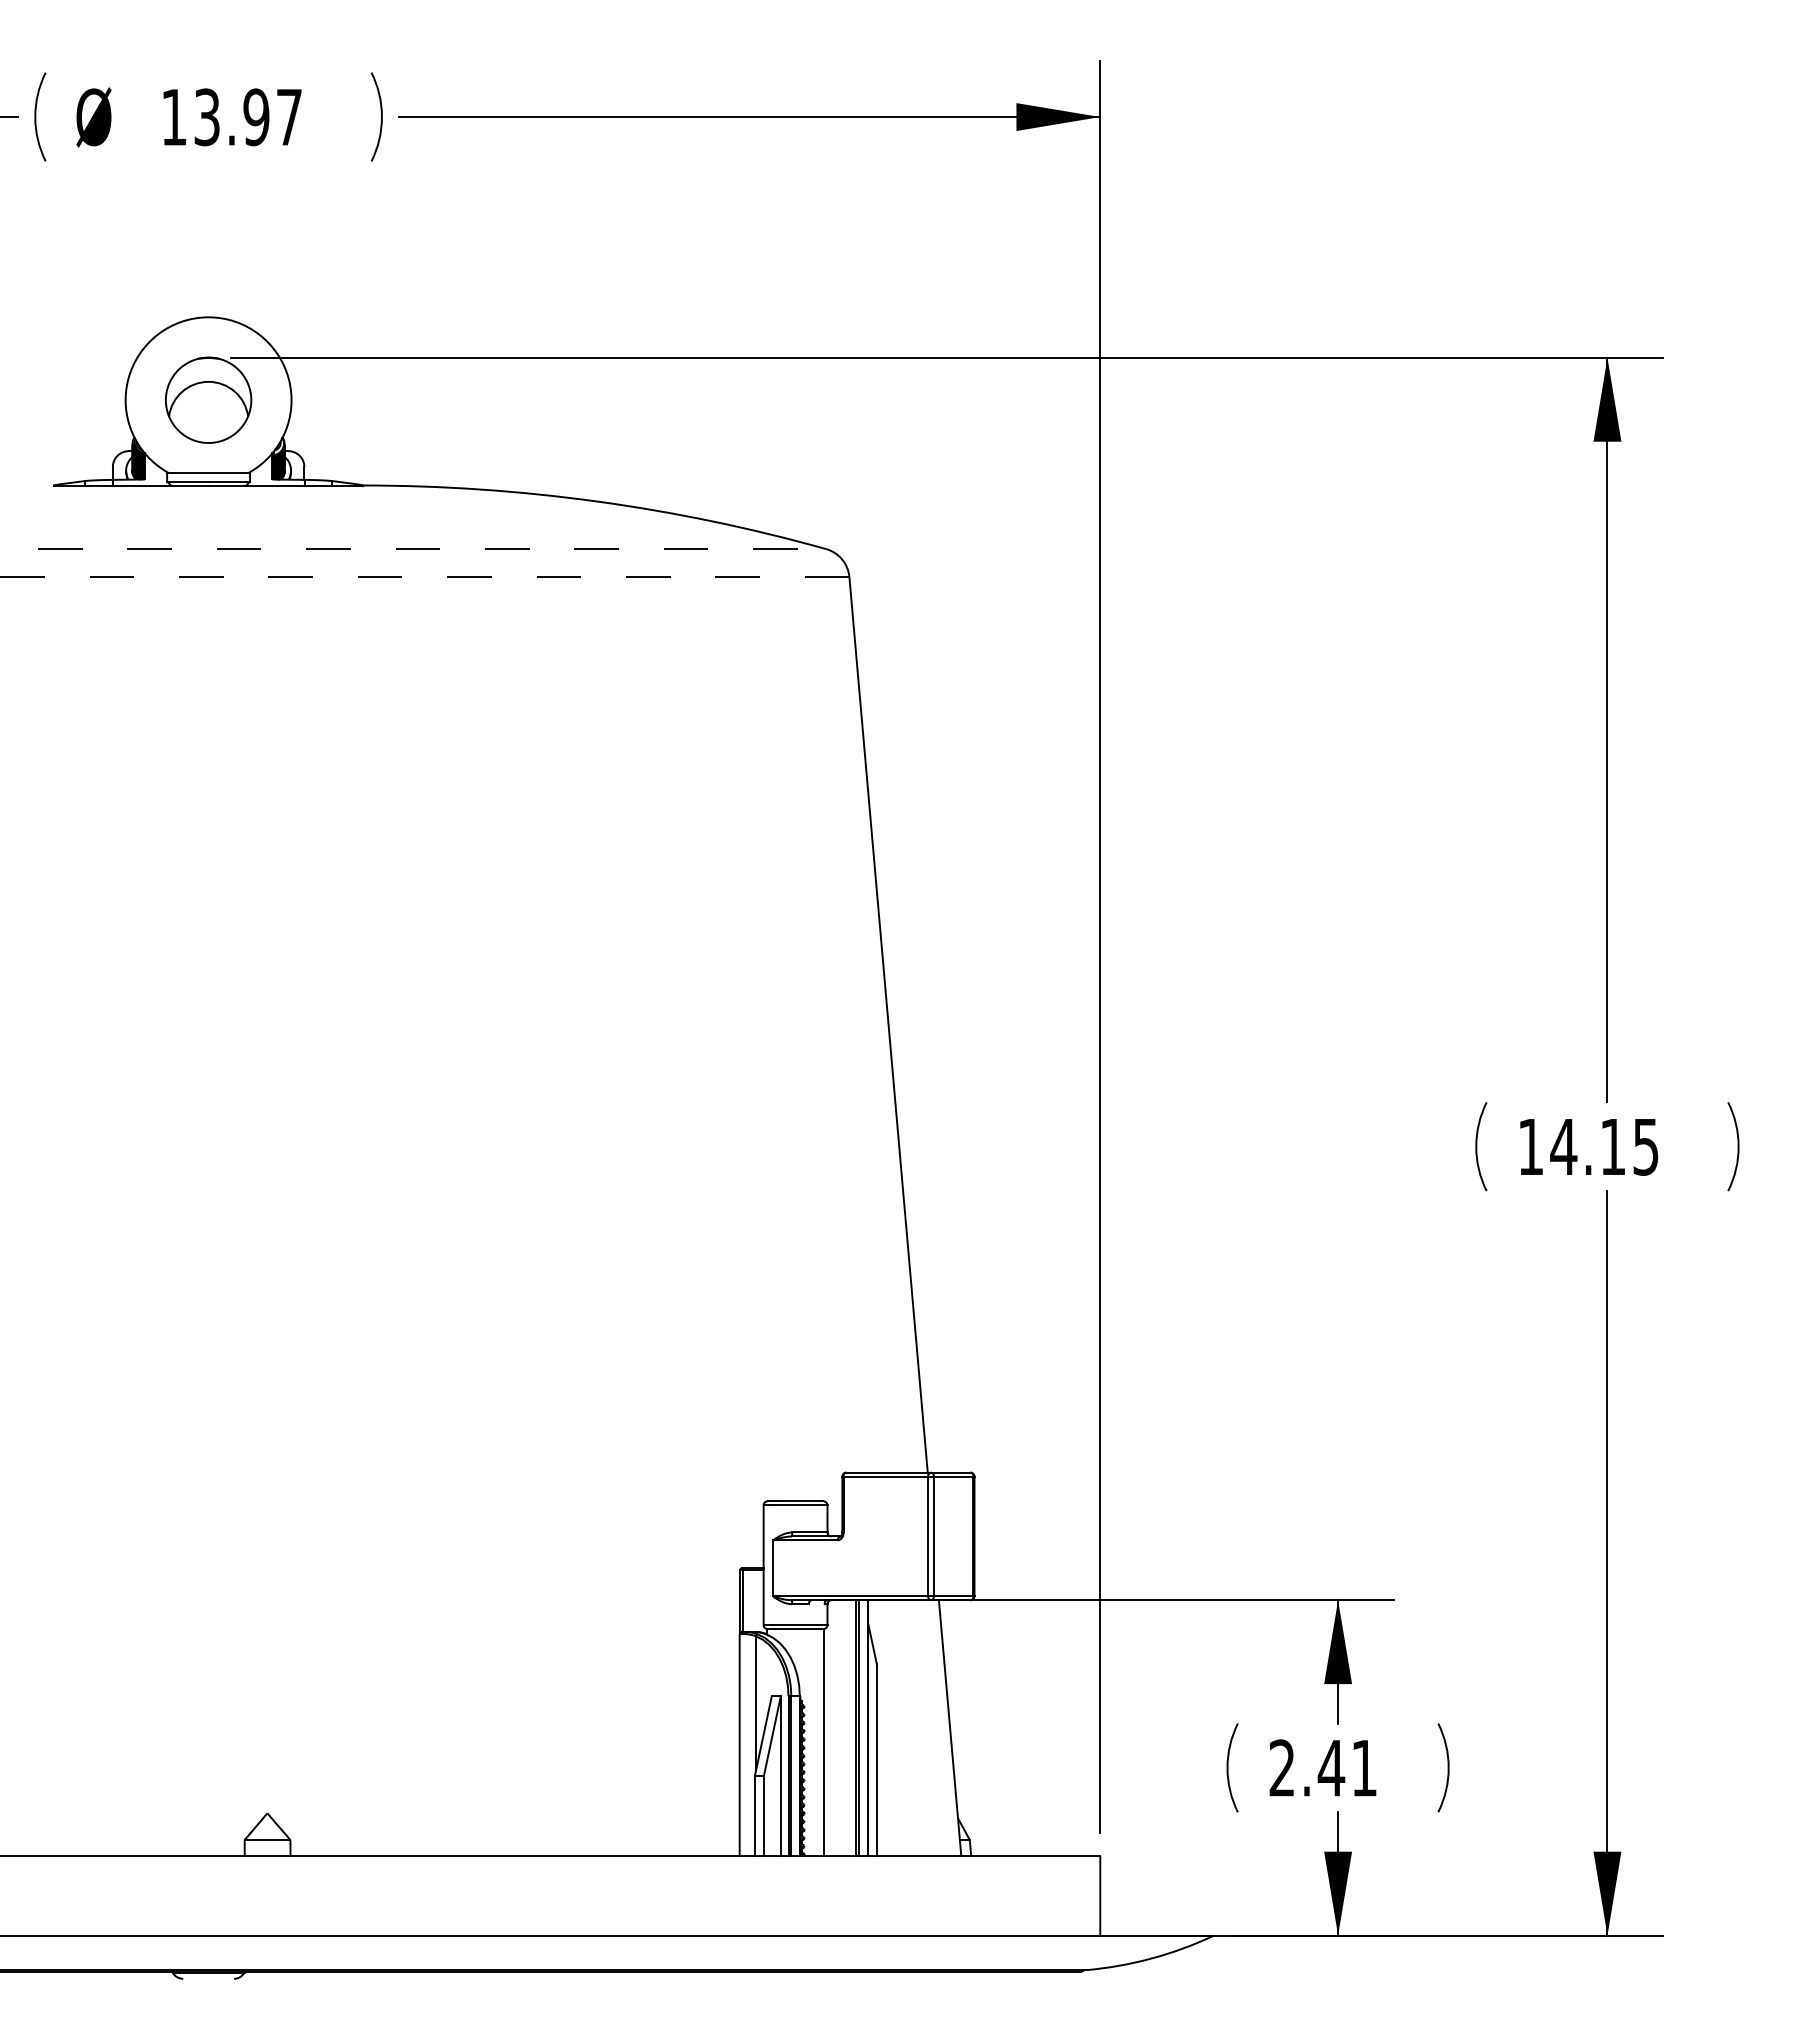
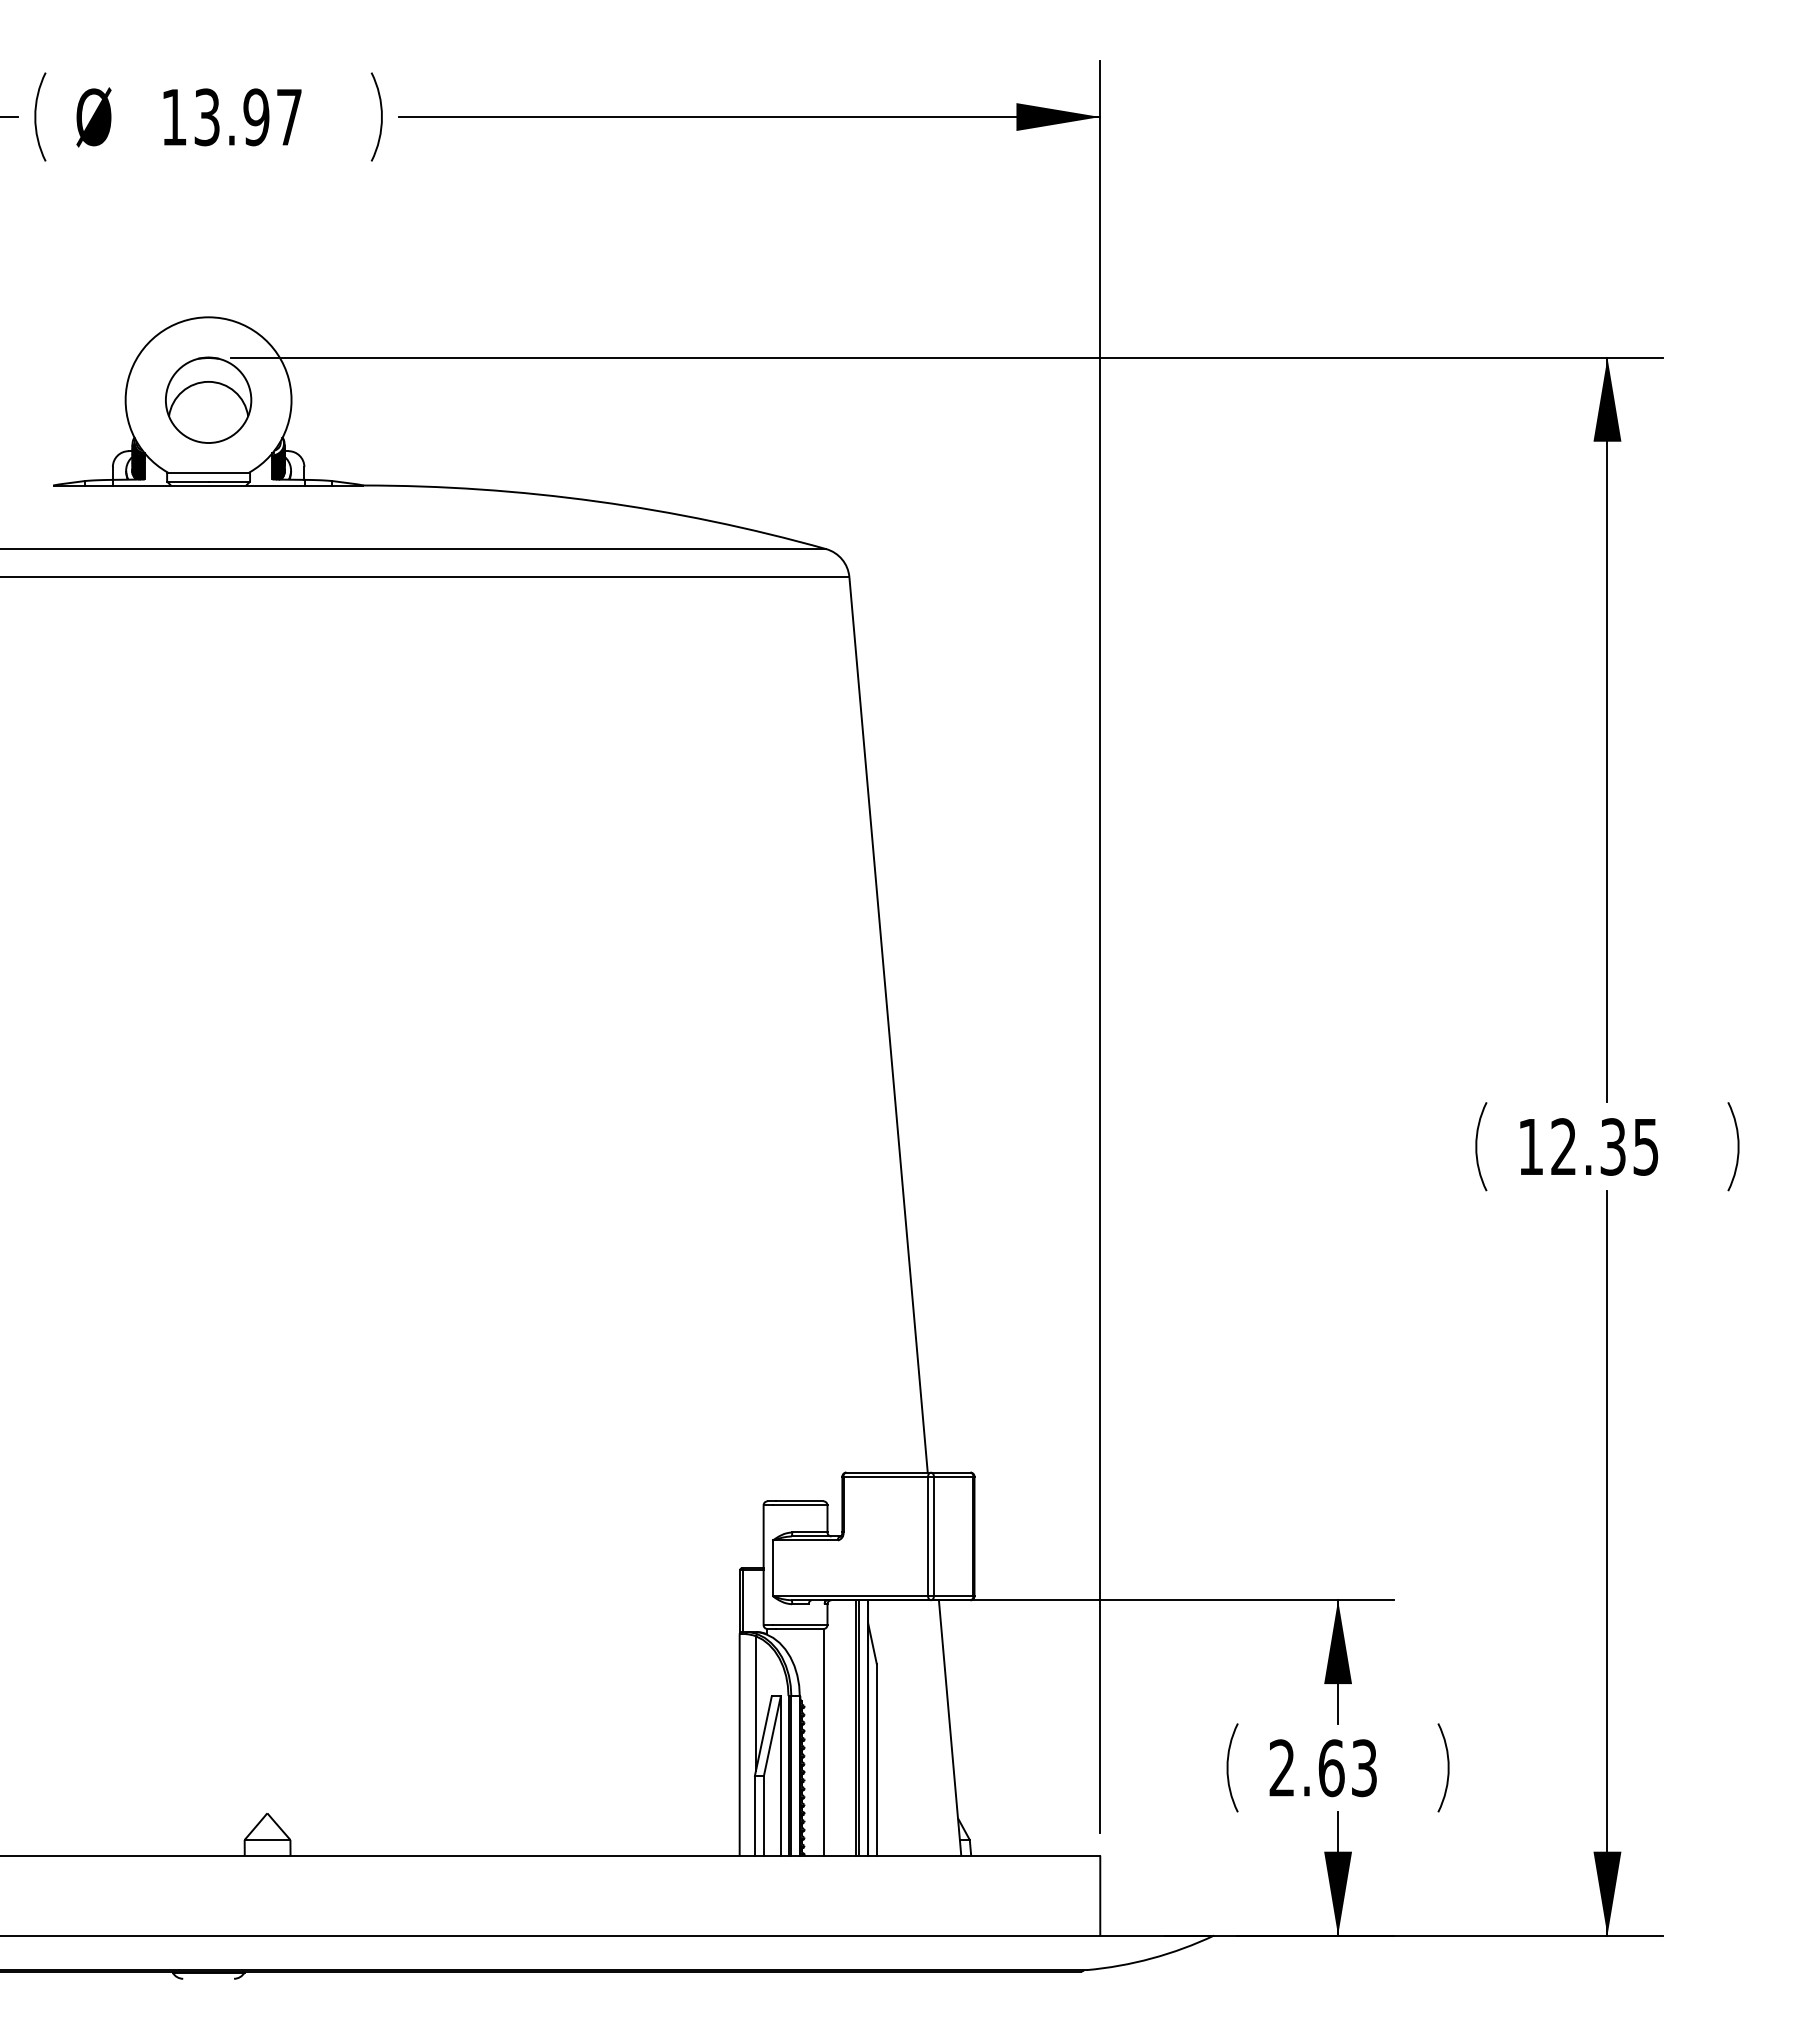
line at (413, 549): dashed -> solid
line at (424, 577): dashed -> solid
text at (1587, 1146): 14.15 -> 12.35
text at (1346, 1768): 2.41 -> 2.63
